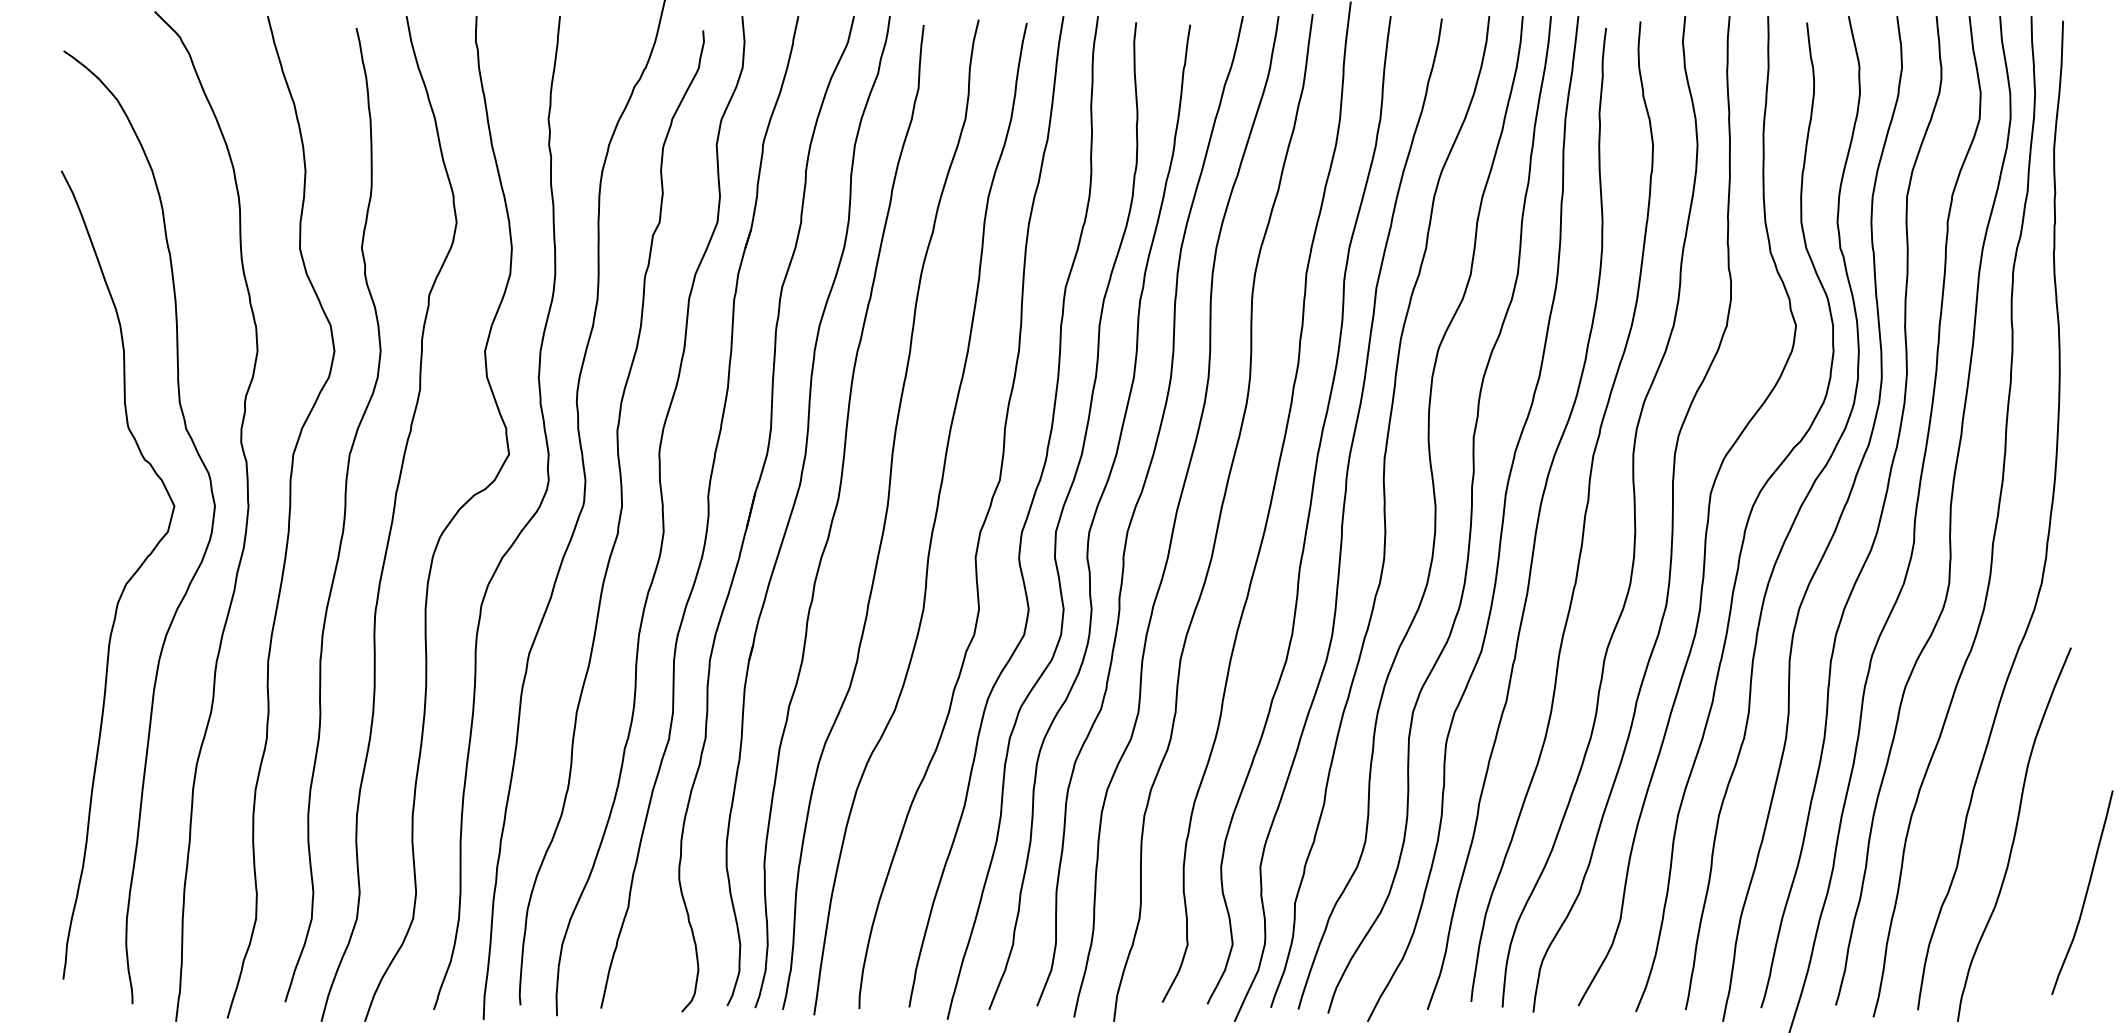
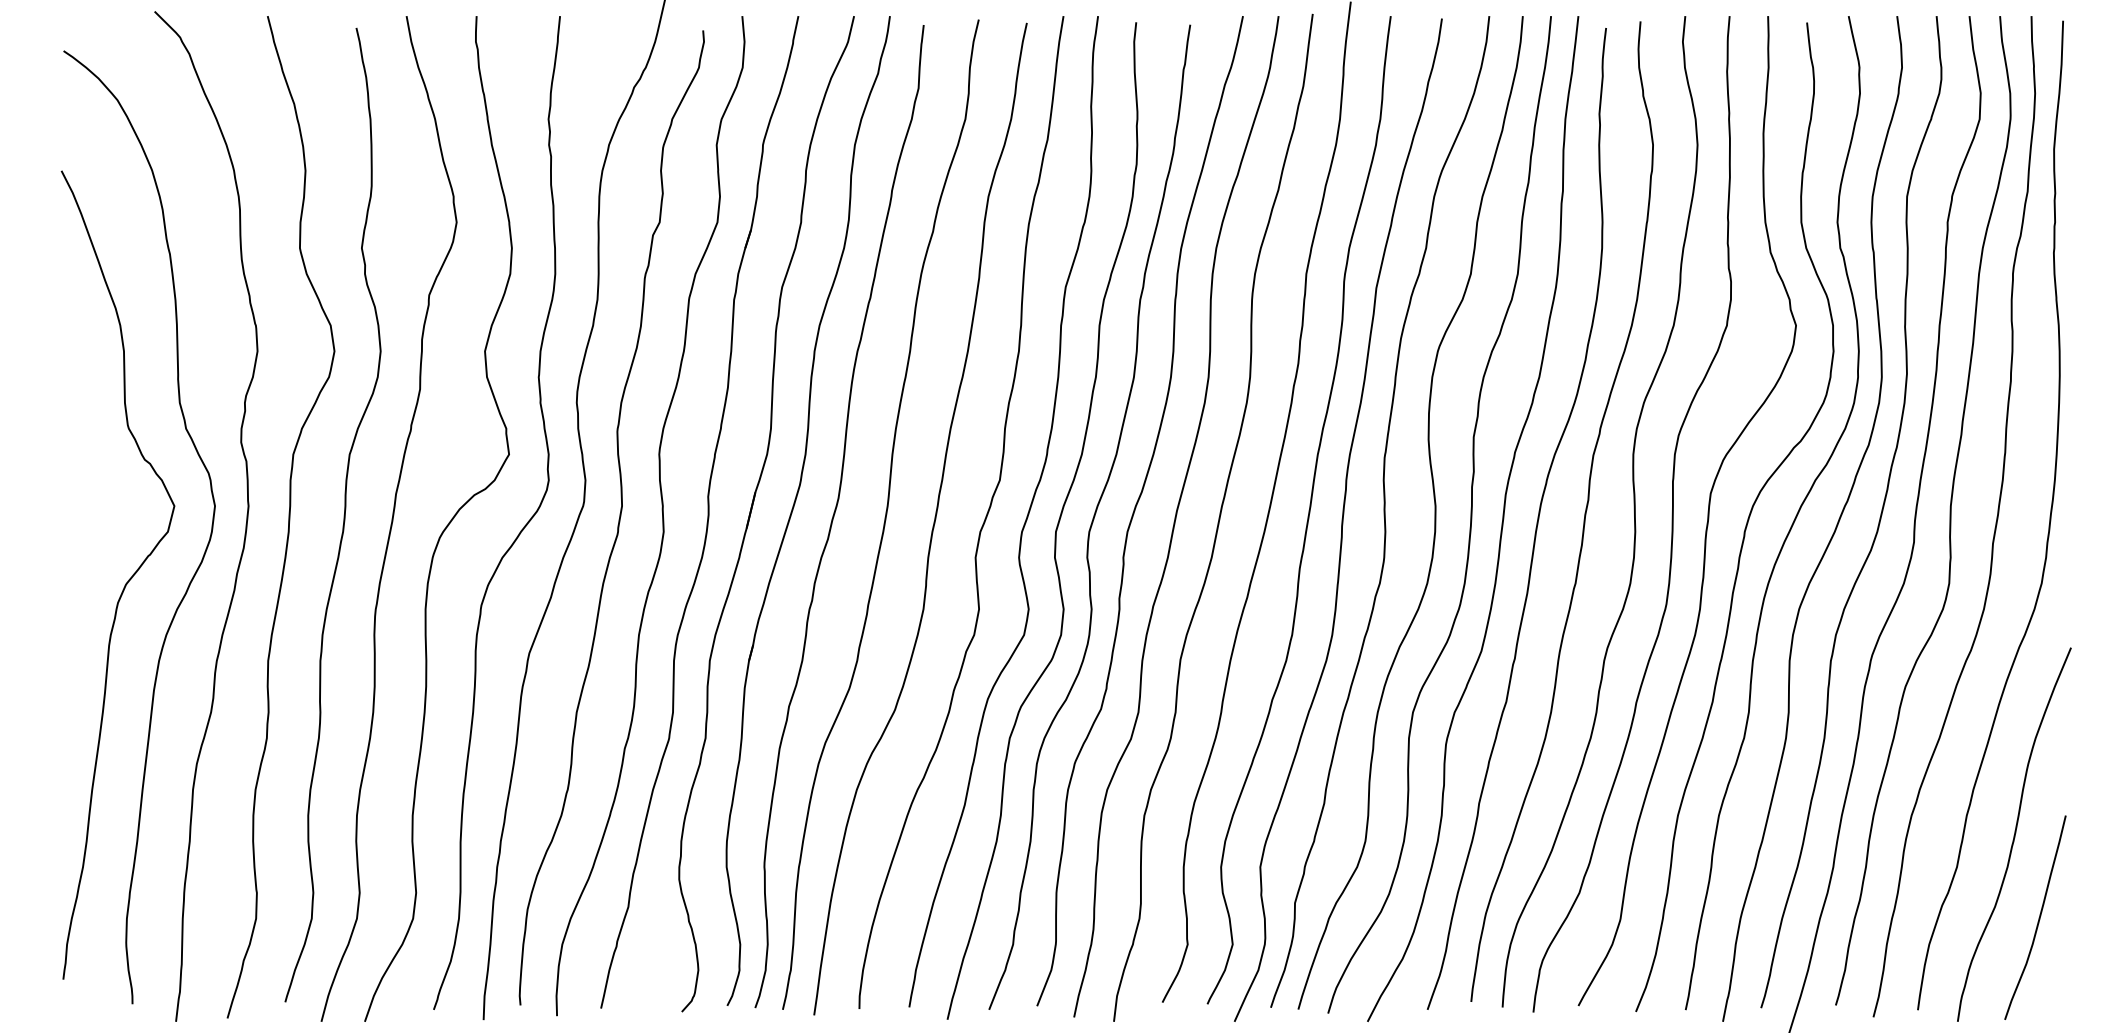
curve at (2085, 892) position: (2085, 892) -> (2038, 917)
